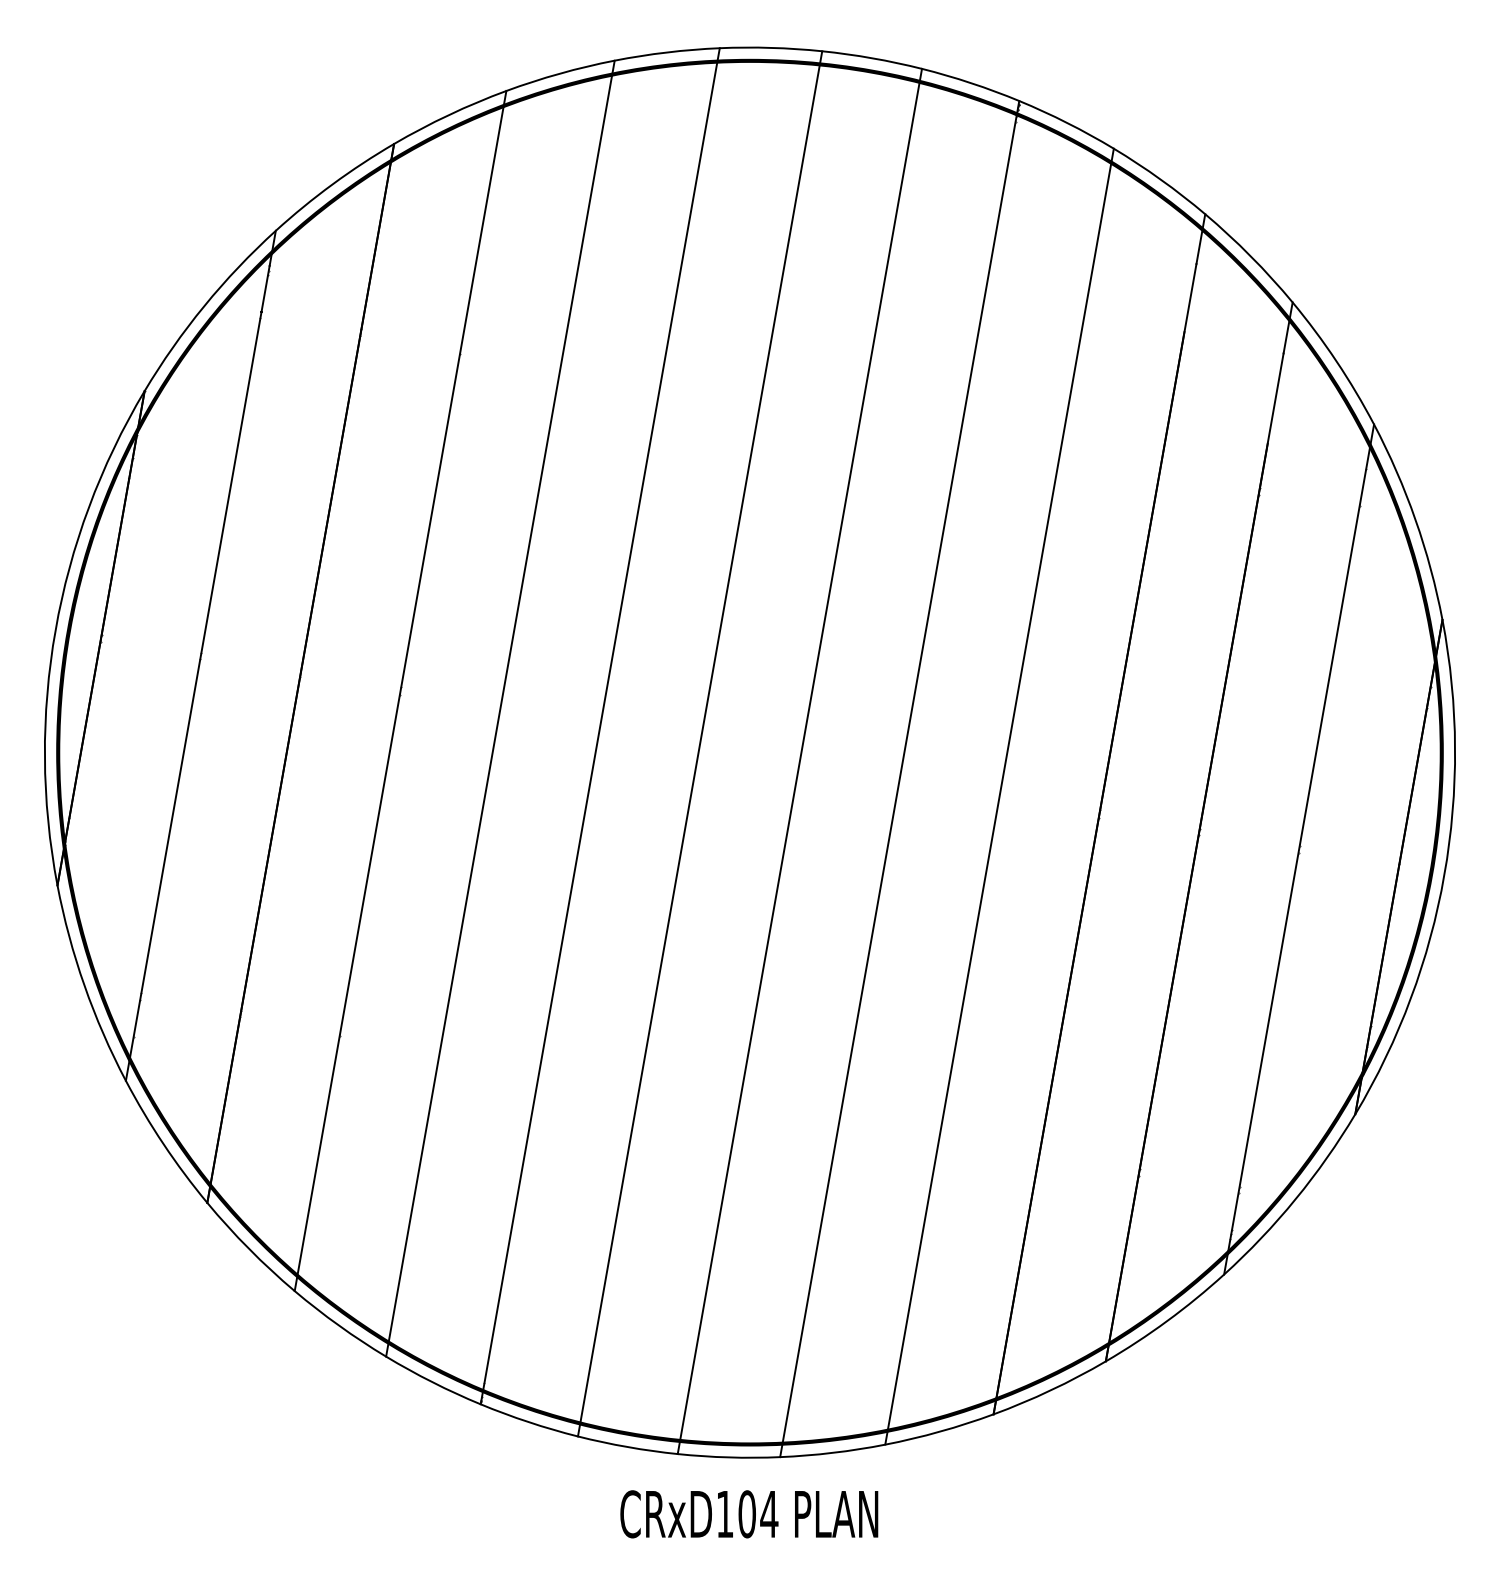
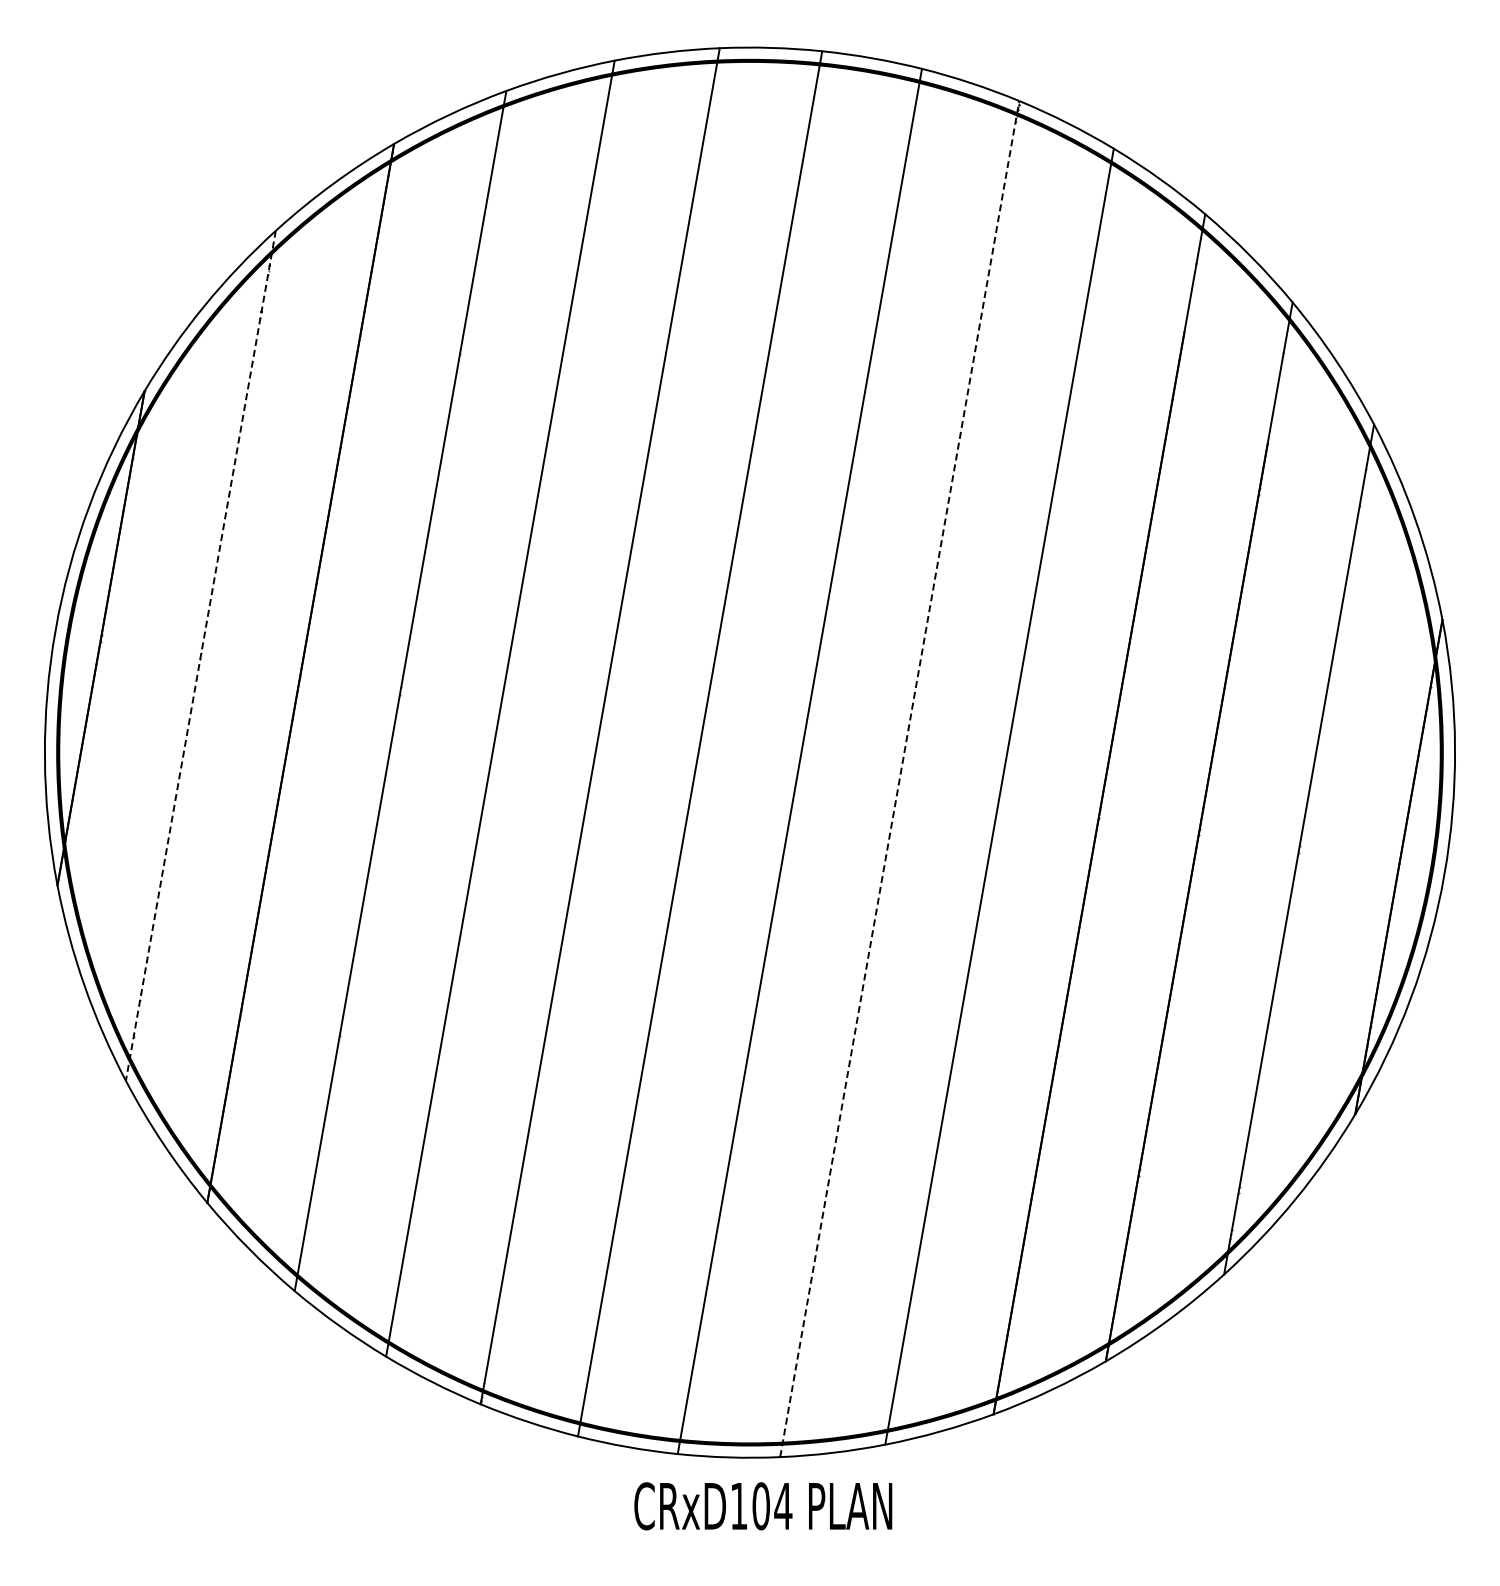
line at (200, 655): solid -> dashed
line at (899, 778): solid -> dashed
text at (749, 1514) position: (749, 1514) -> (763, 1506)
